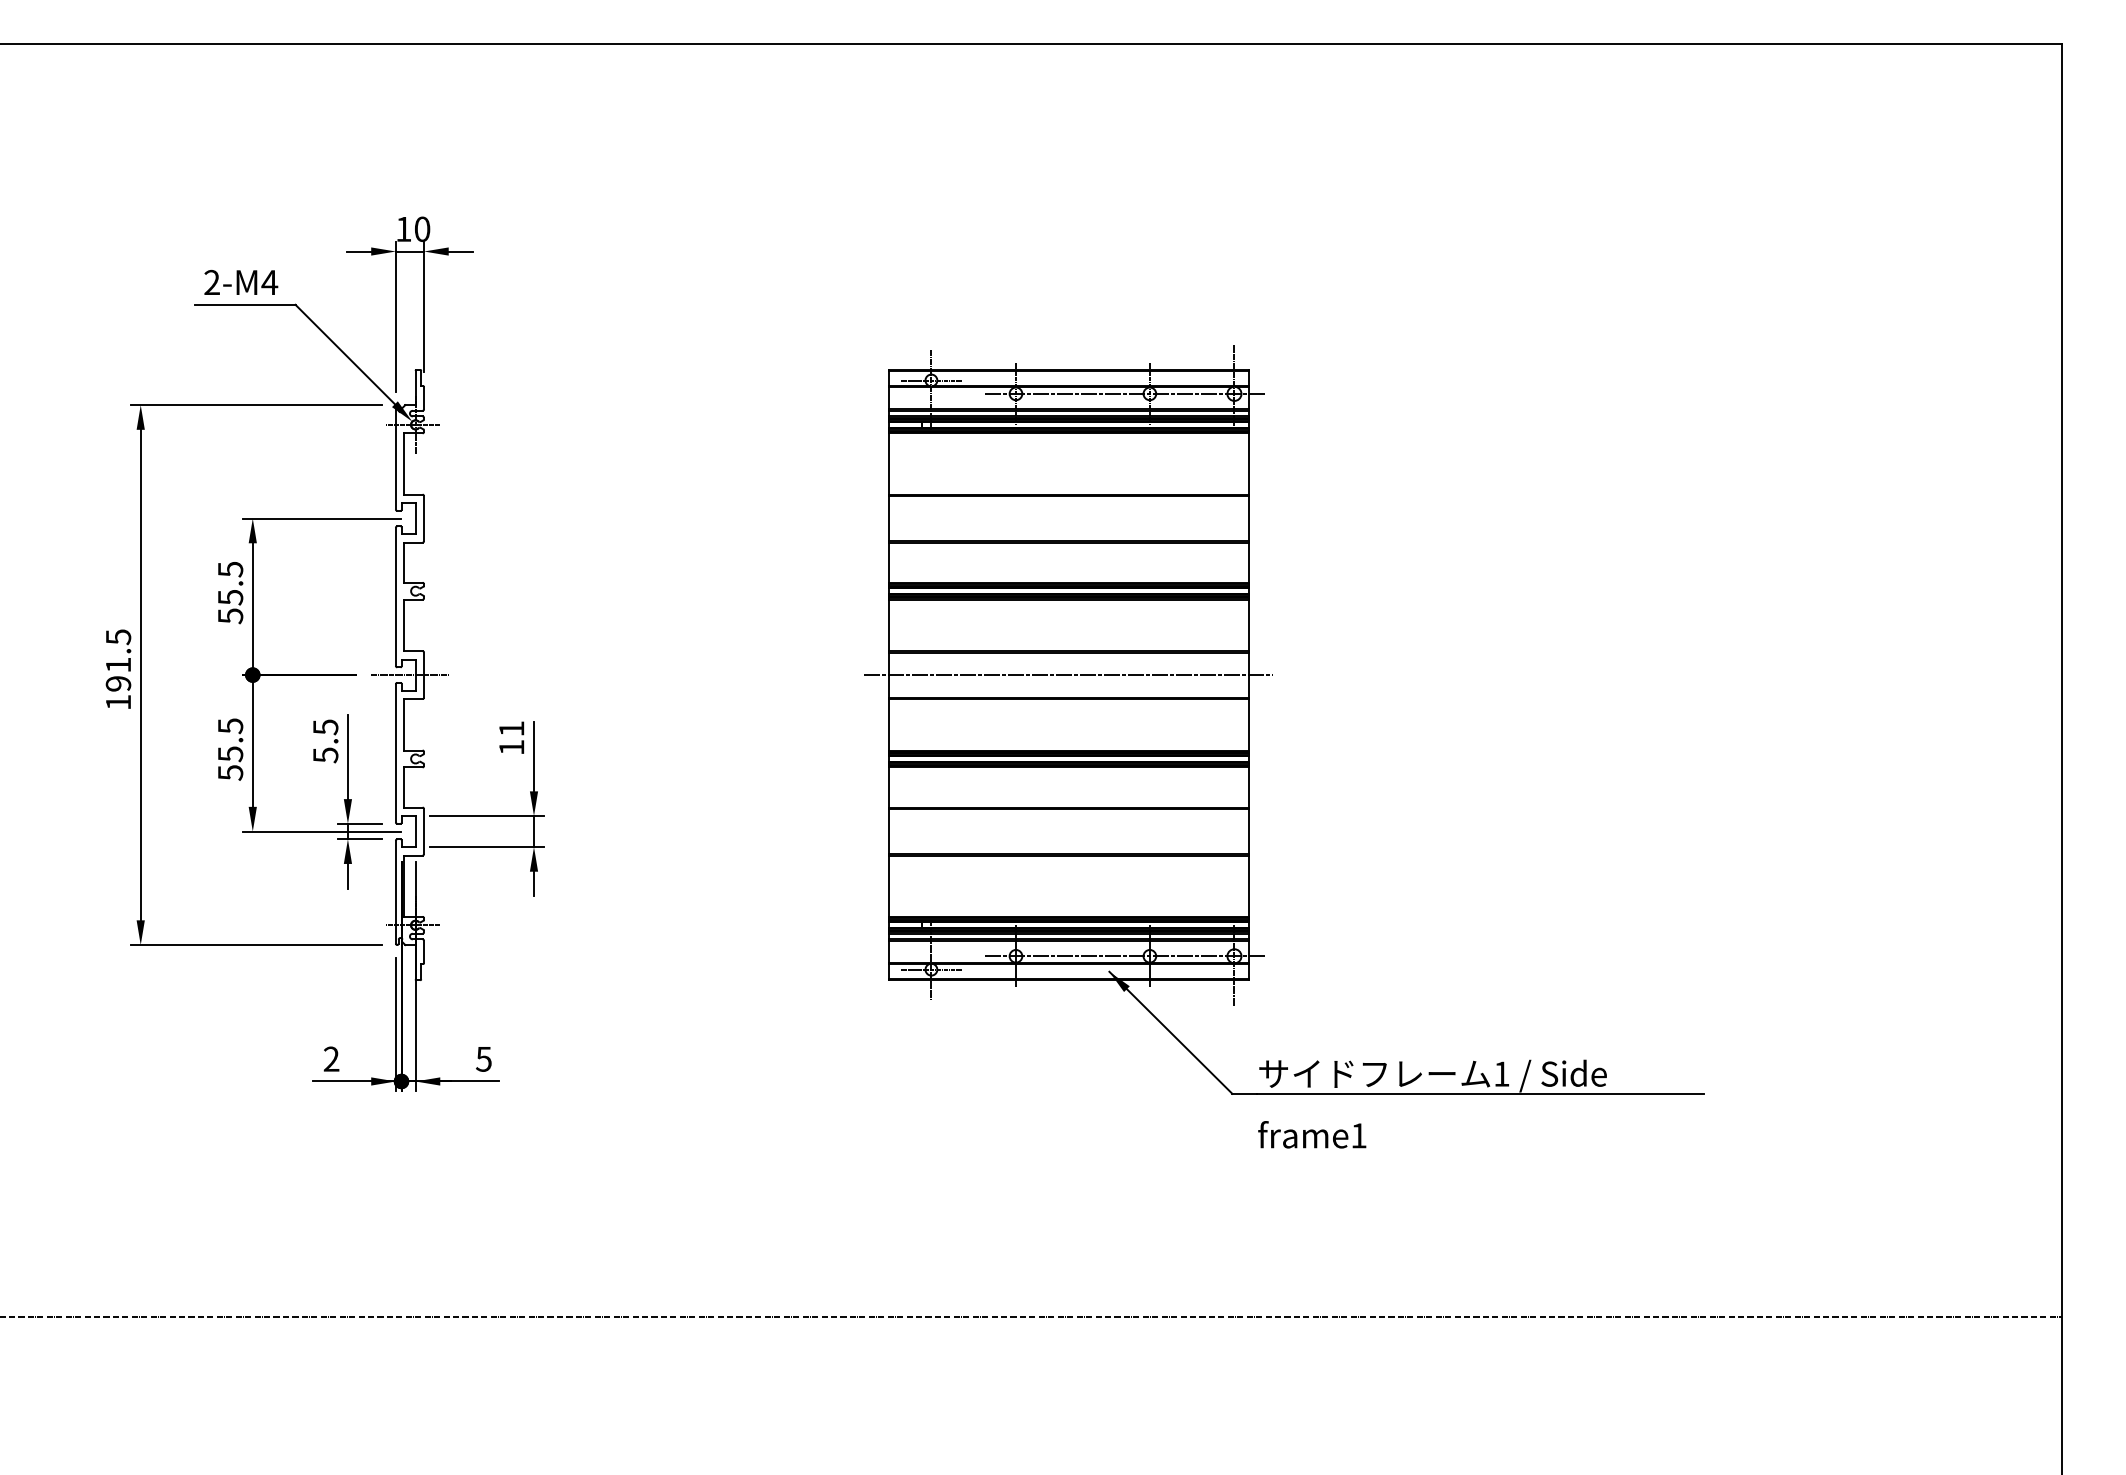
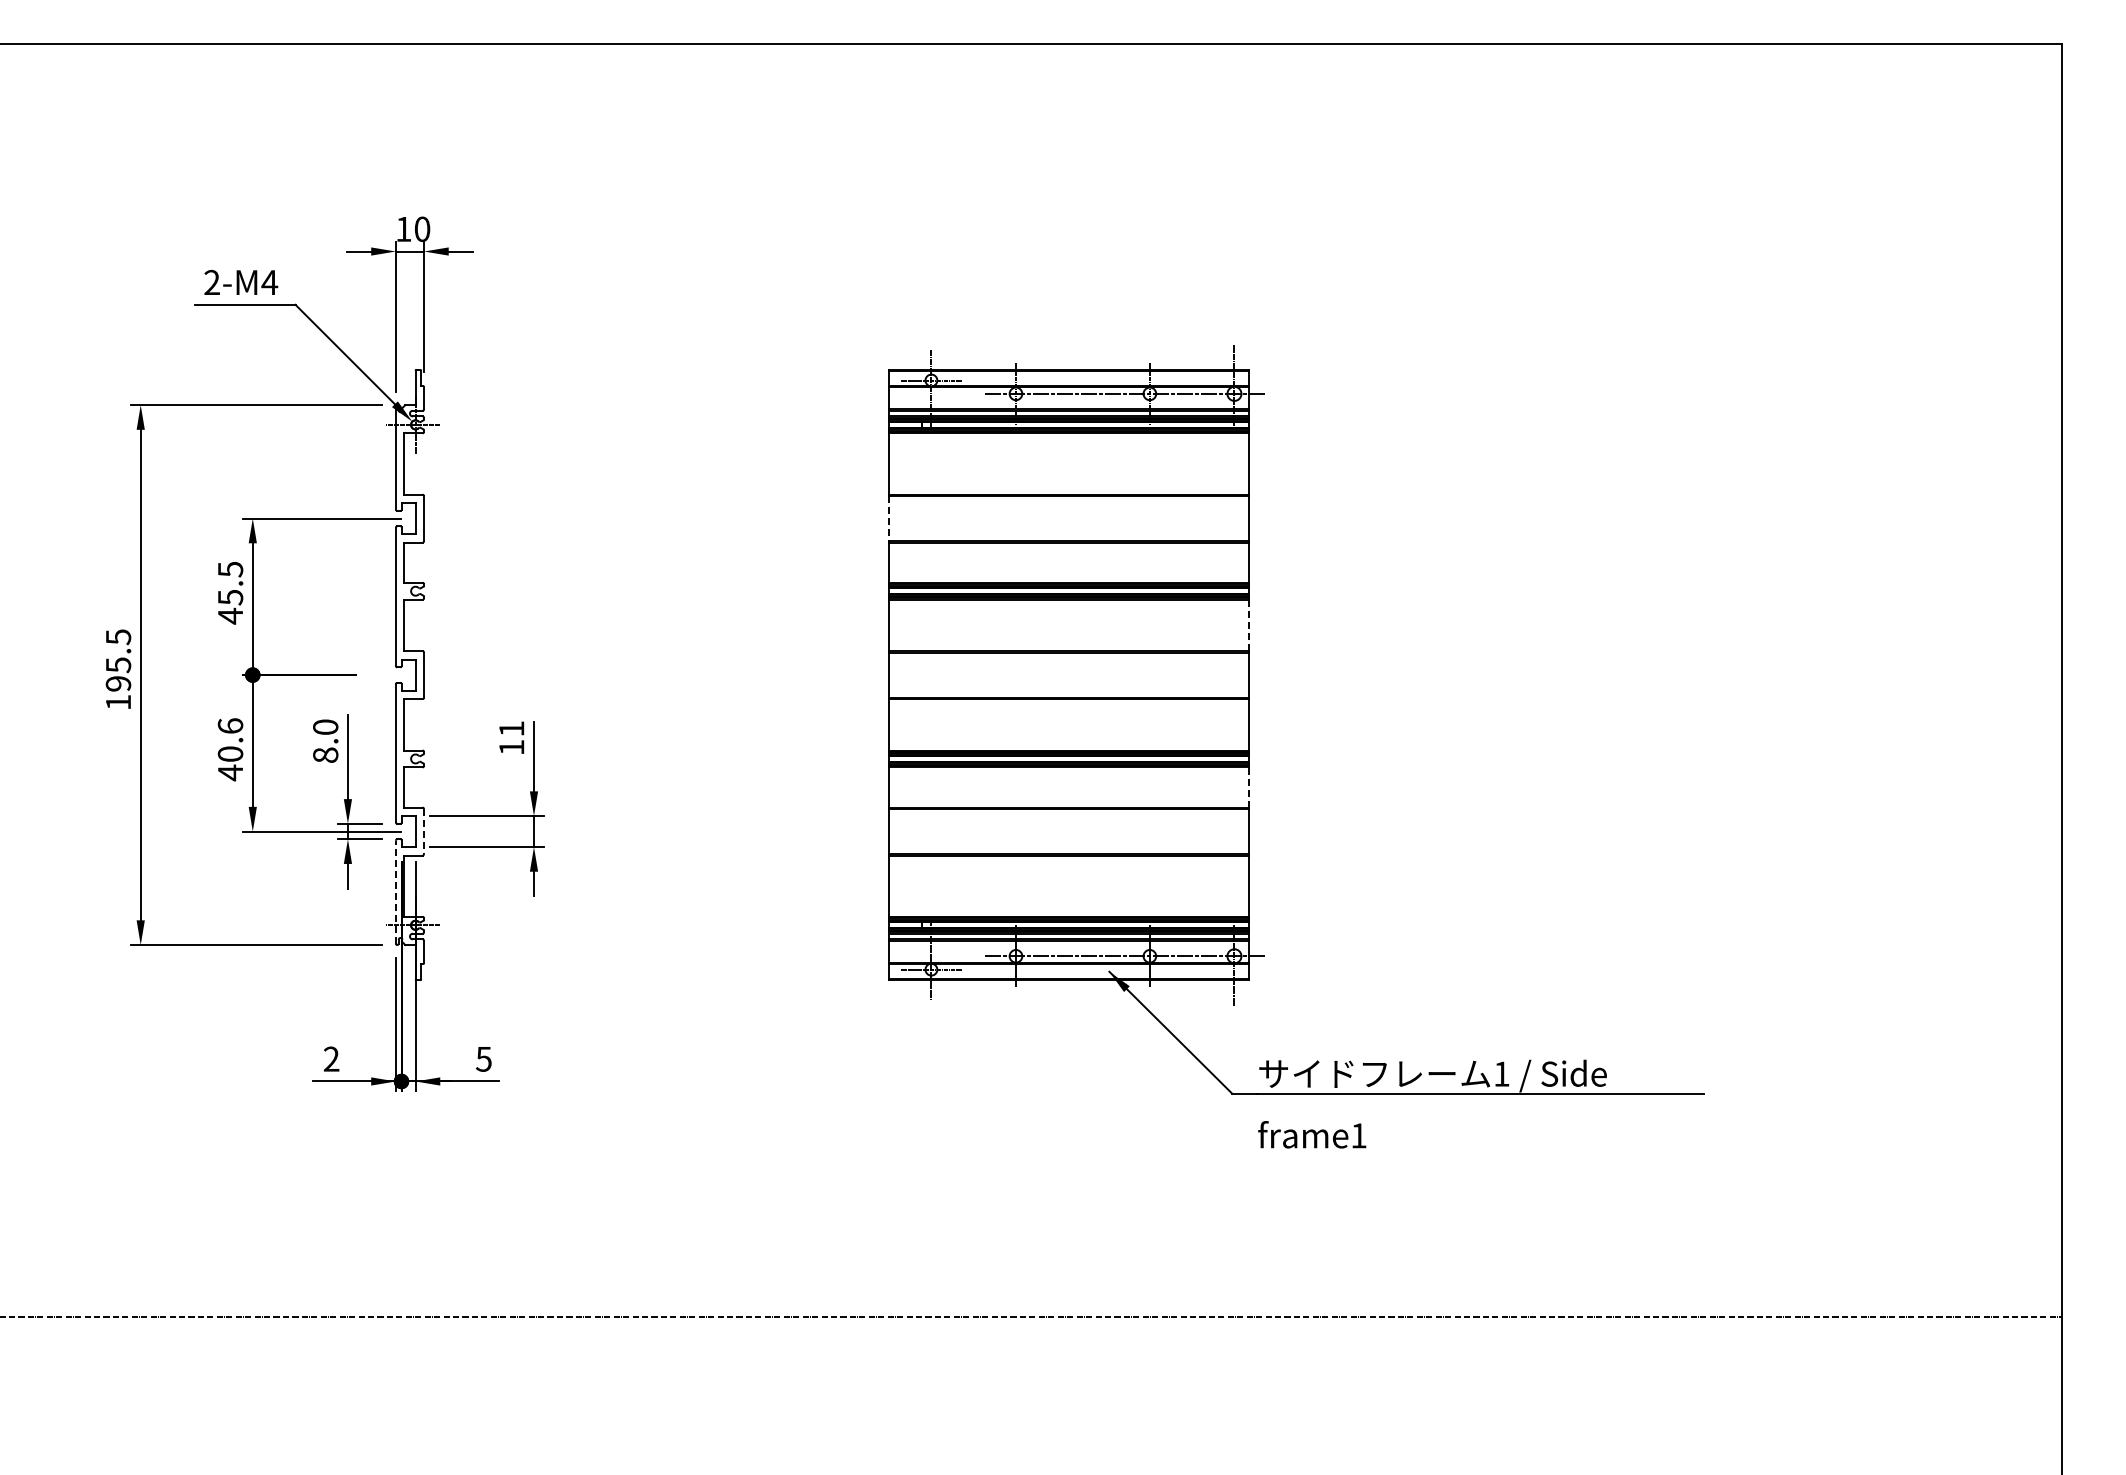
line at (889, 518): solid -> dashed
text at (230, 615): 55.5 -> 45.5
line at (1248, 625): solid -> dashed
text at (118, 665): 191.5 -> 195.5
line at (409, 675): present -> none
line at (1068, 675): present -> none
text at (325, 741): 5.5 -> 8.0
text at (230, 749): 55.5 -> 40.6
line at (1248, 787): solid -> dashed
line at (424, 831): solid -> dashed
line at (395, 891): solid -> dashed
